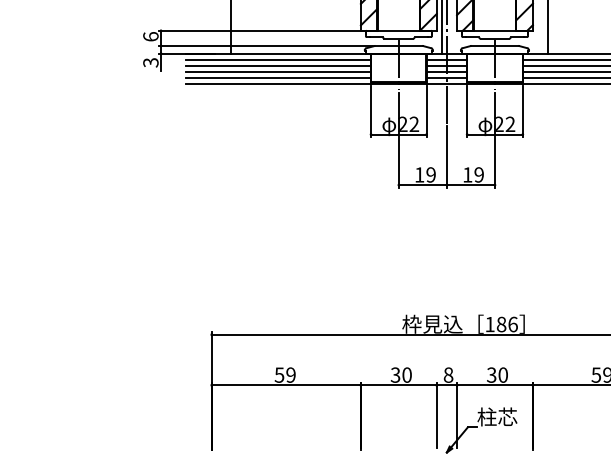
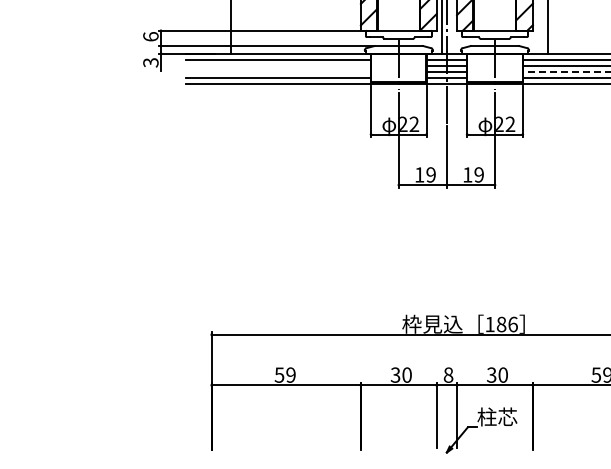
line at (278, 65): present -> none
line at (278, 71): present -> none
line at (566, 71): solid -> dashed
